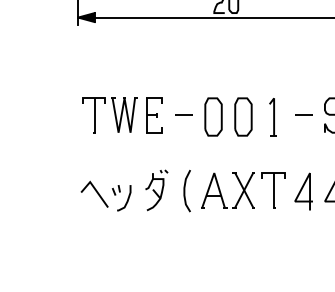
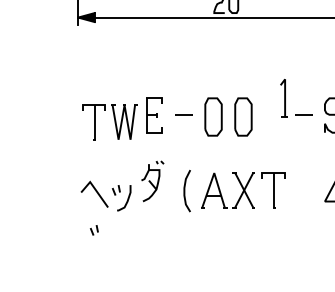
part at (109, 115) position: (109, 115) -> (109, 122)
part at (272, 117) position: (272, 117) -> (283, 98)
part at (156, 190) position: (156, 190) -> (152, 181)
line at (301, 191): present -> none
part at (94, 230): none -> present
